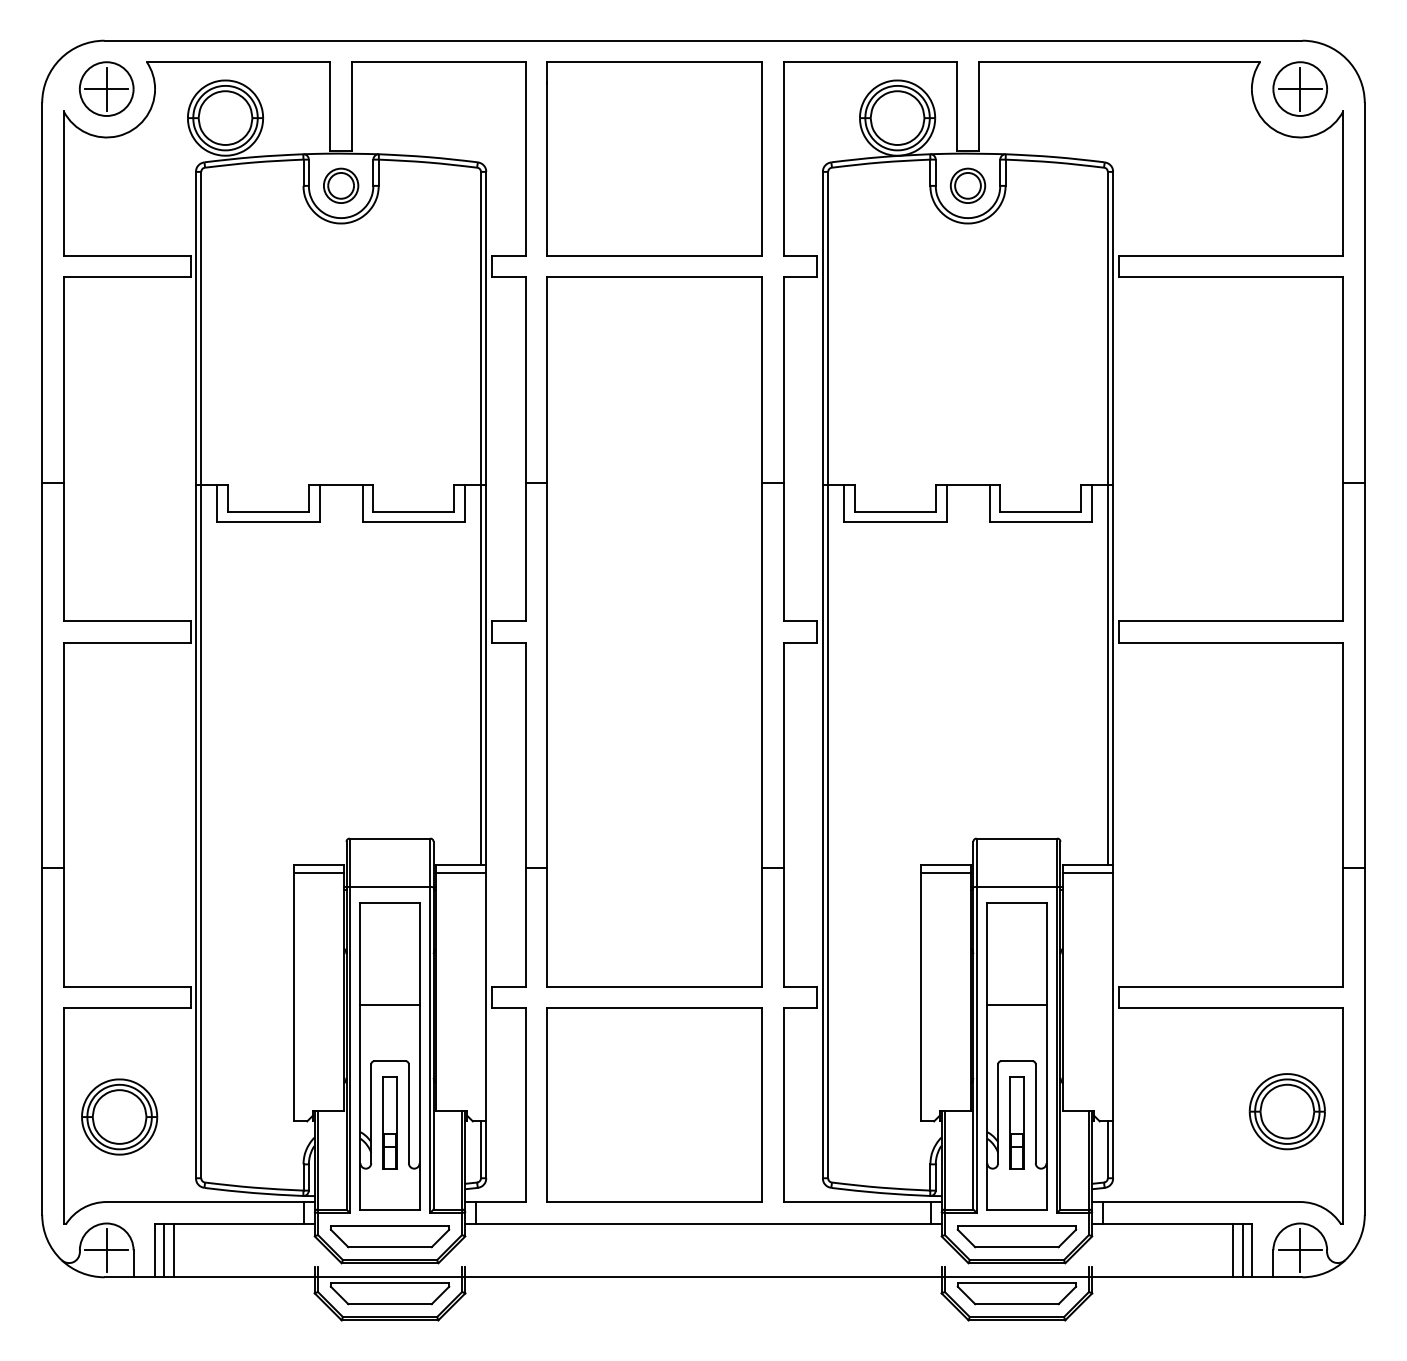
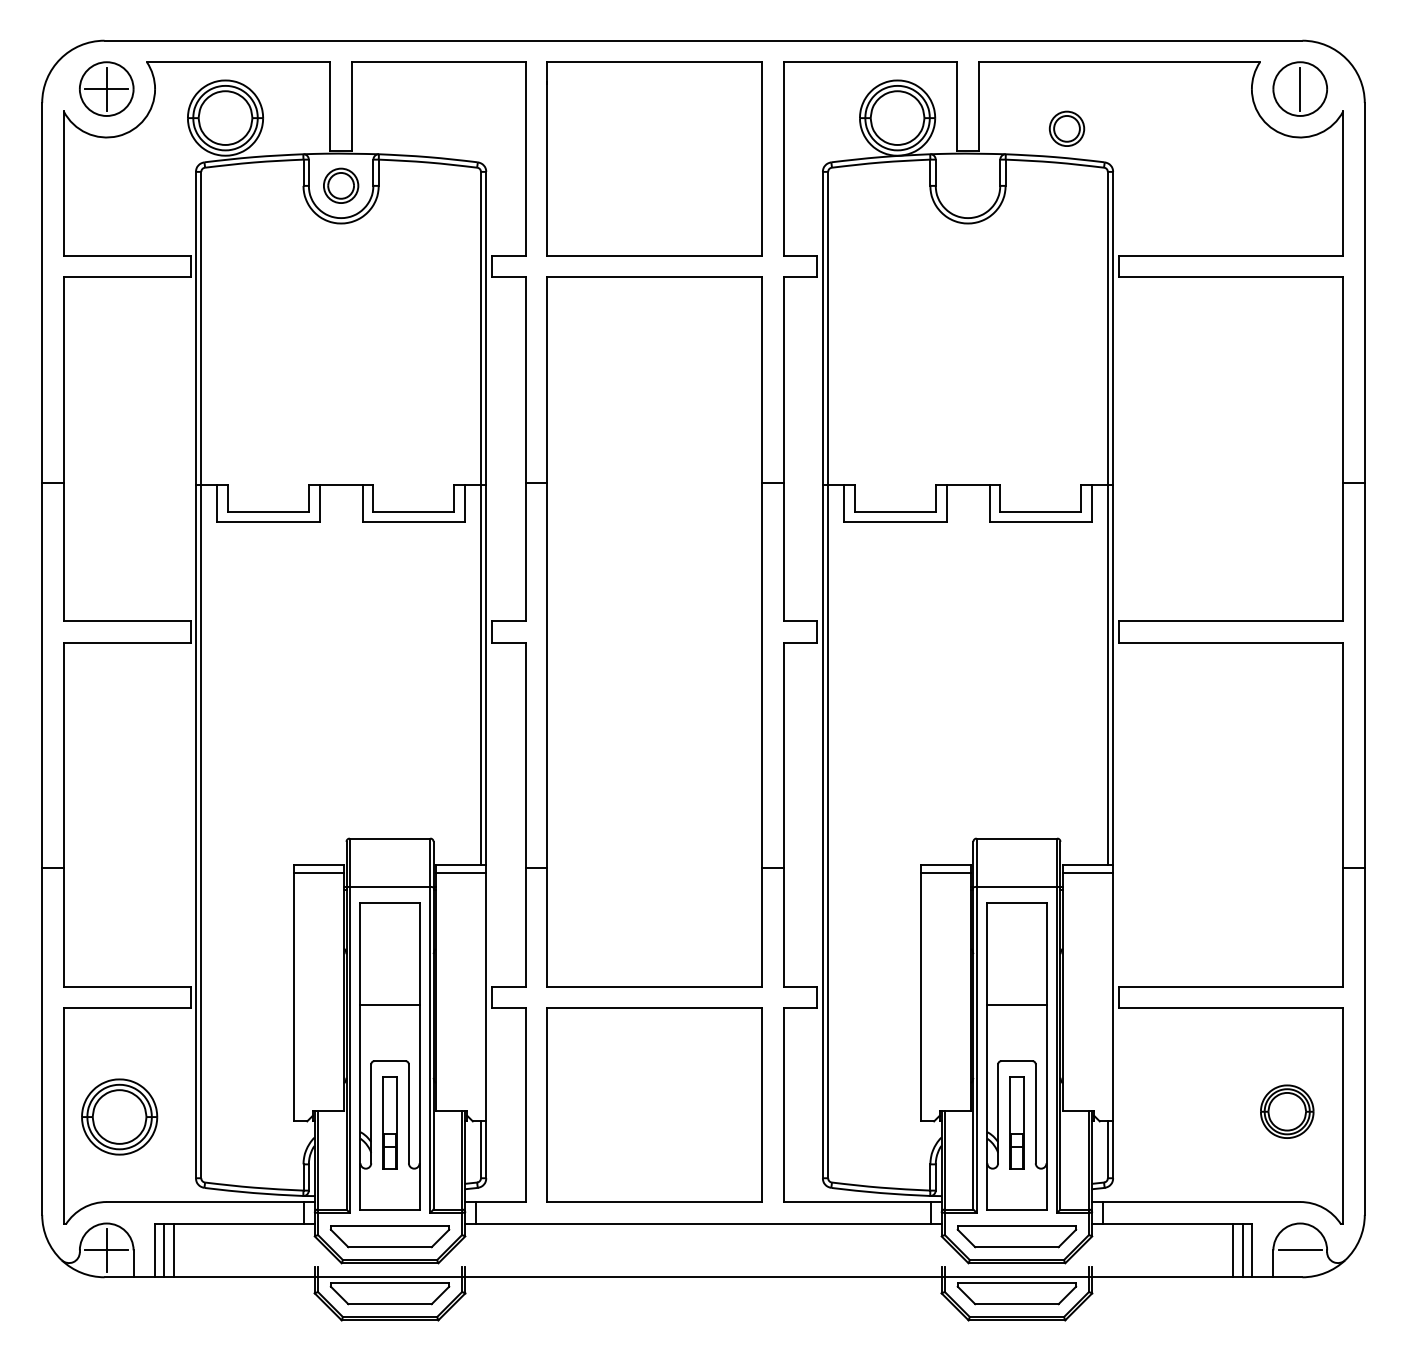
line at (1299, 89): present -> none
part at (967, 185) position: (967, 185) -> (1066, 128)
part at (1286, 1111) size: 78x78 px -> 55x55 px
line at (1300, 1249): present -> none
